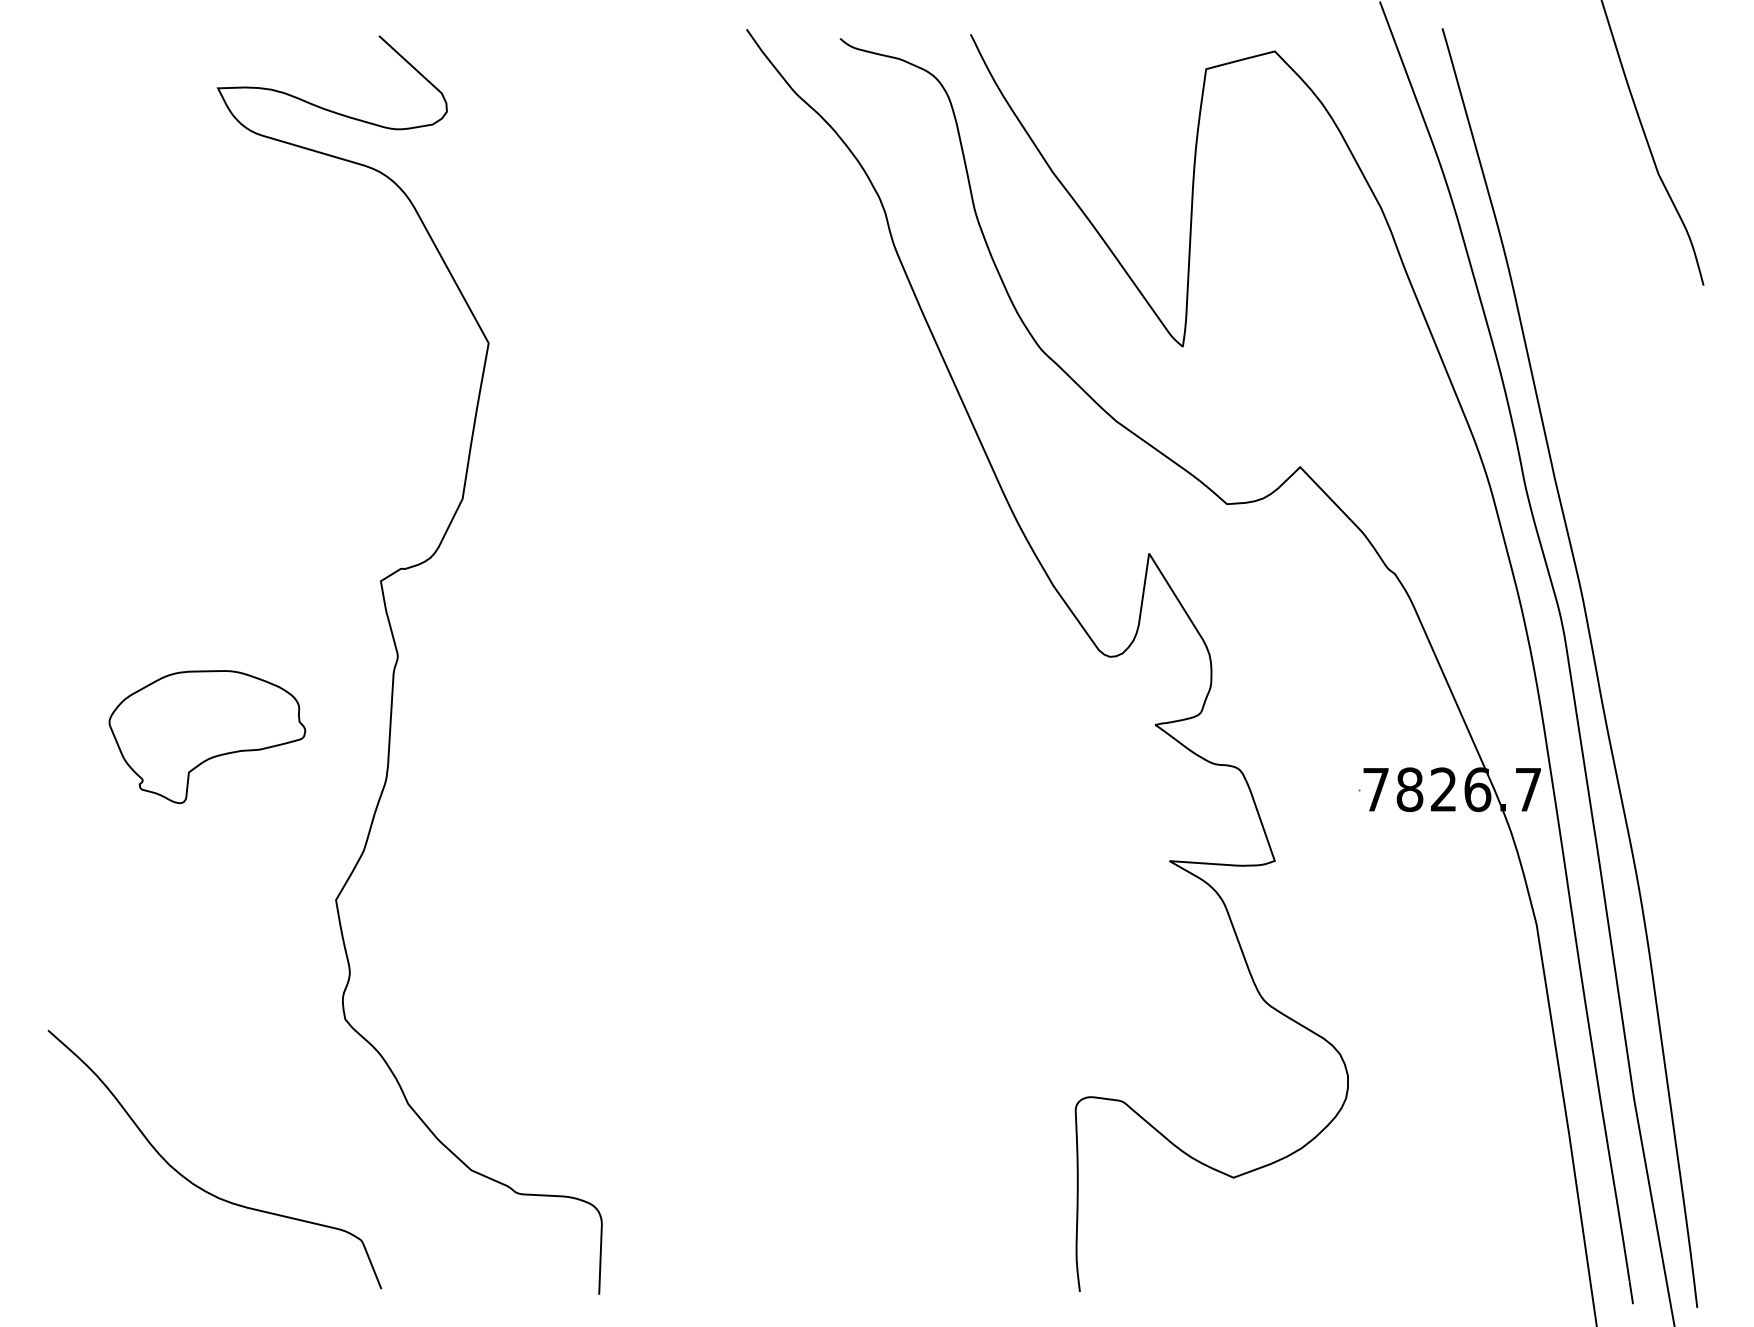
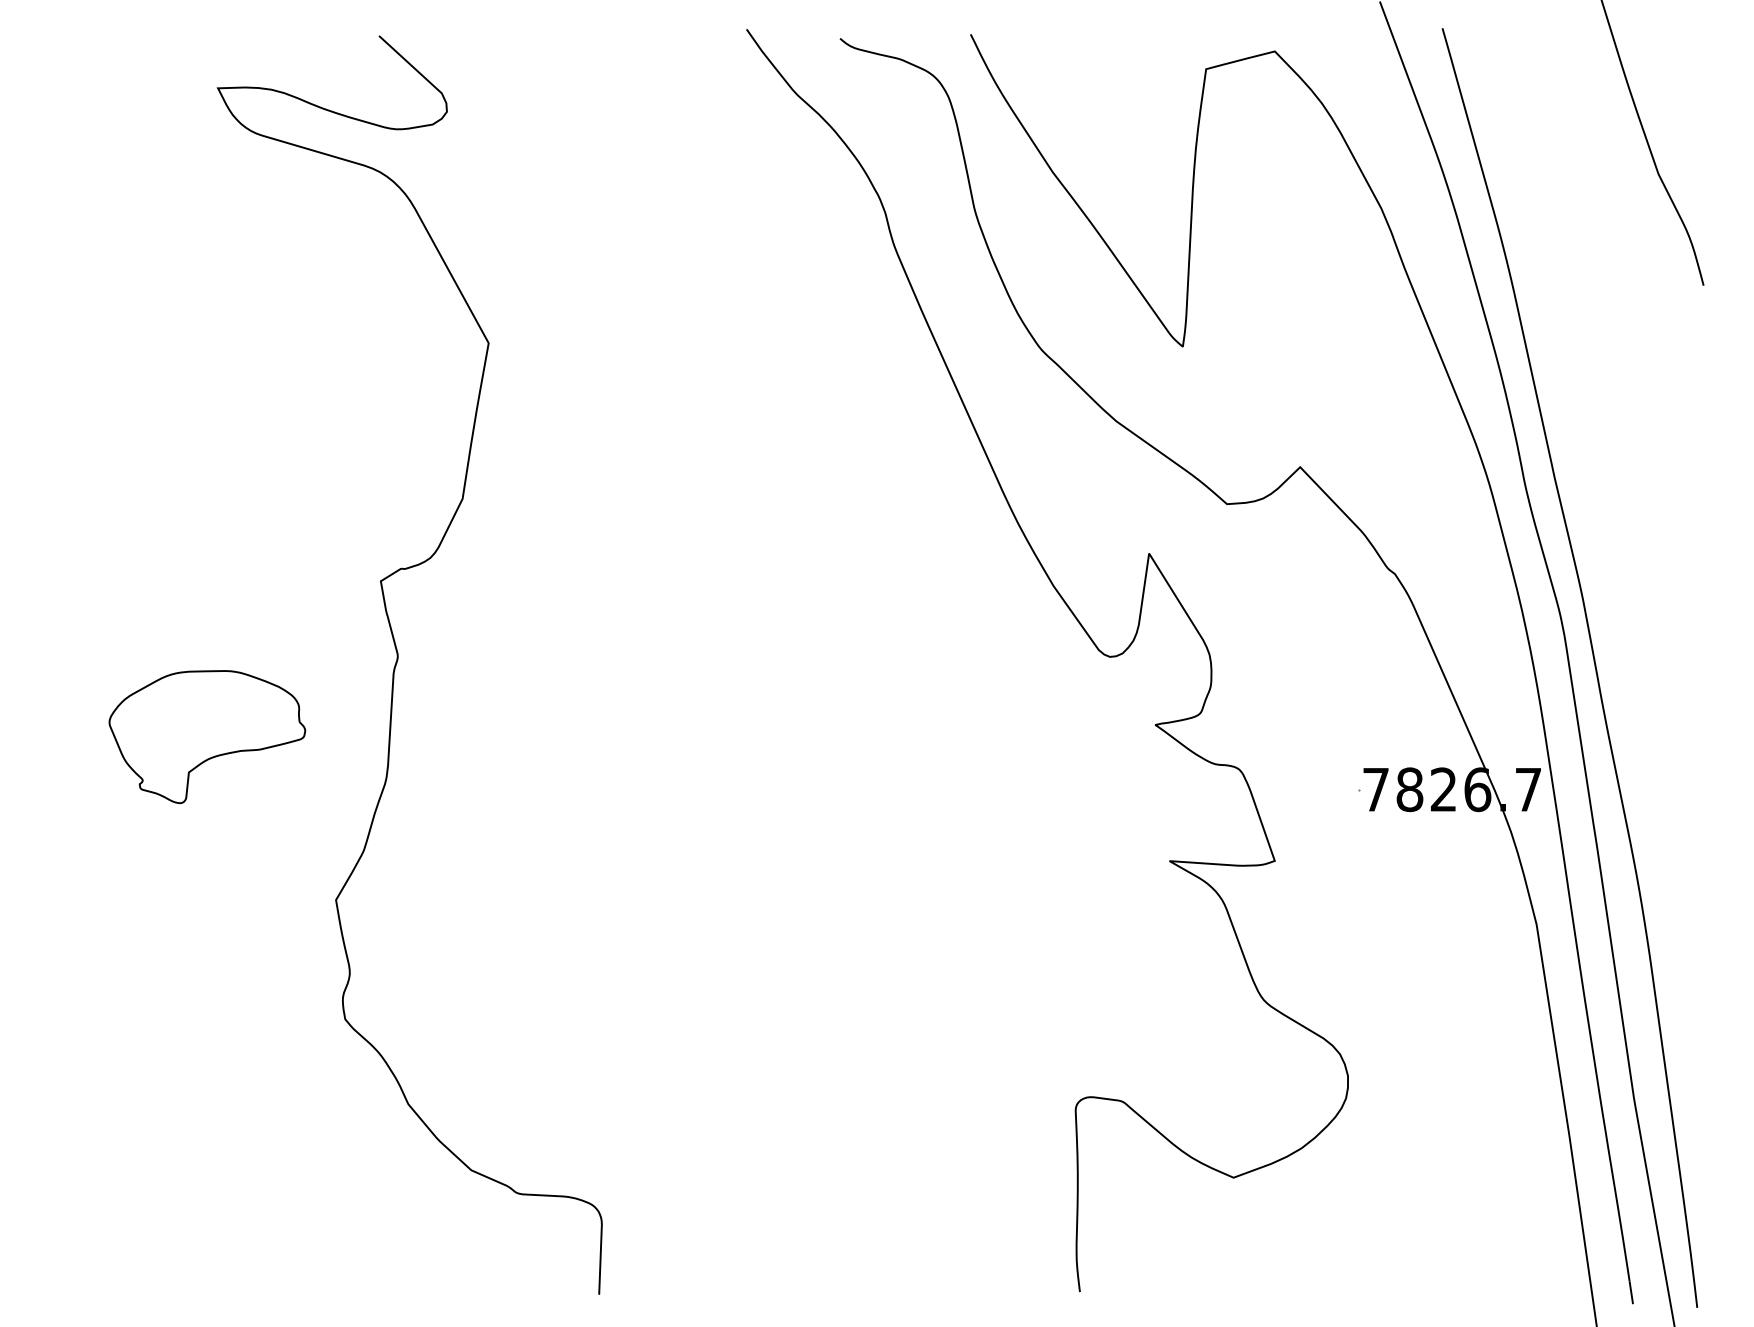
curve at (196, 1184): present -> none
